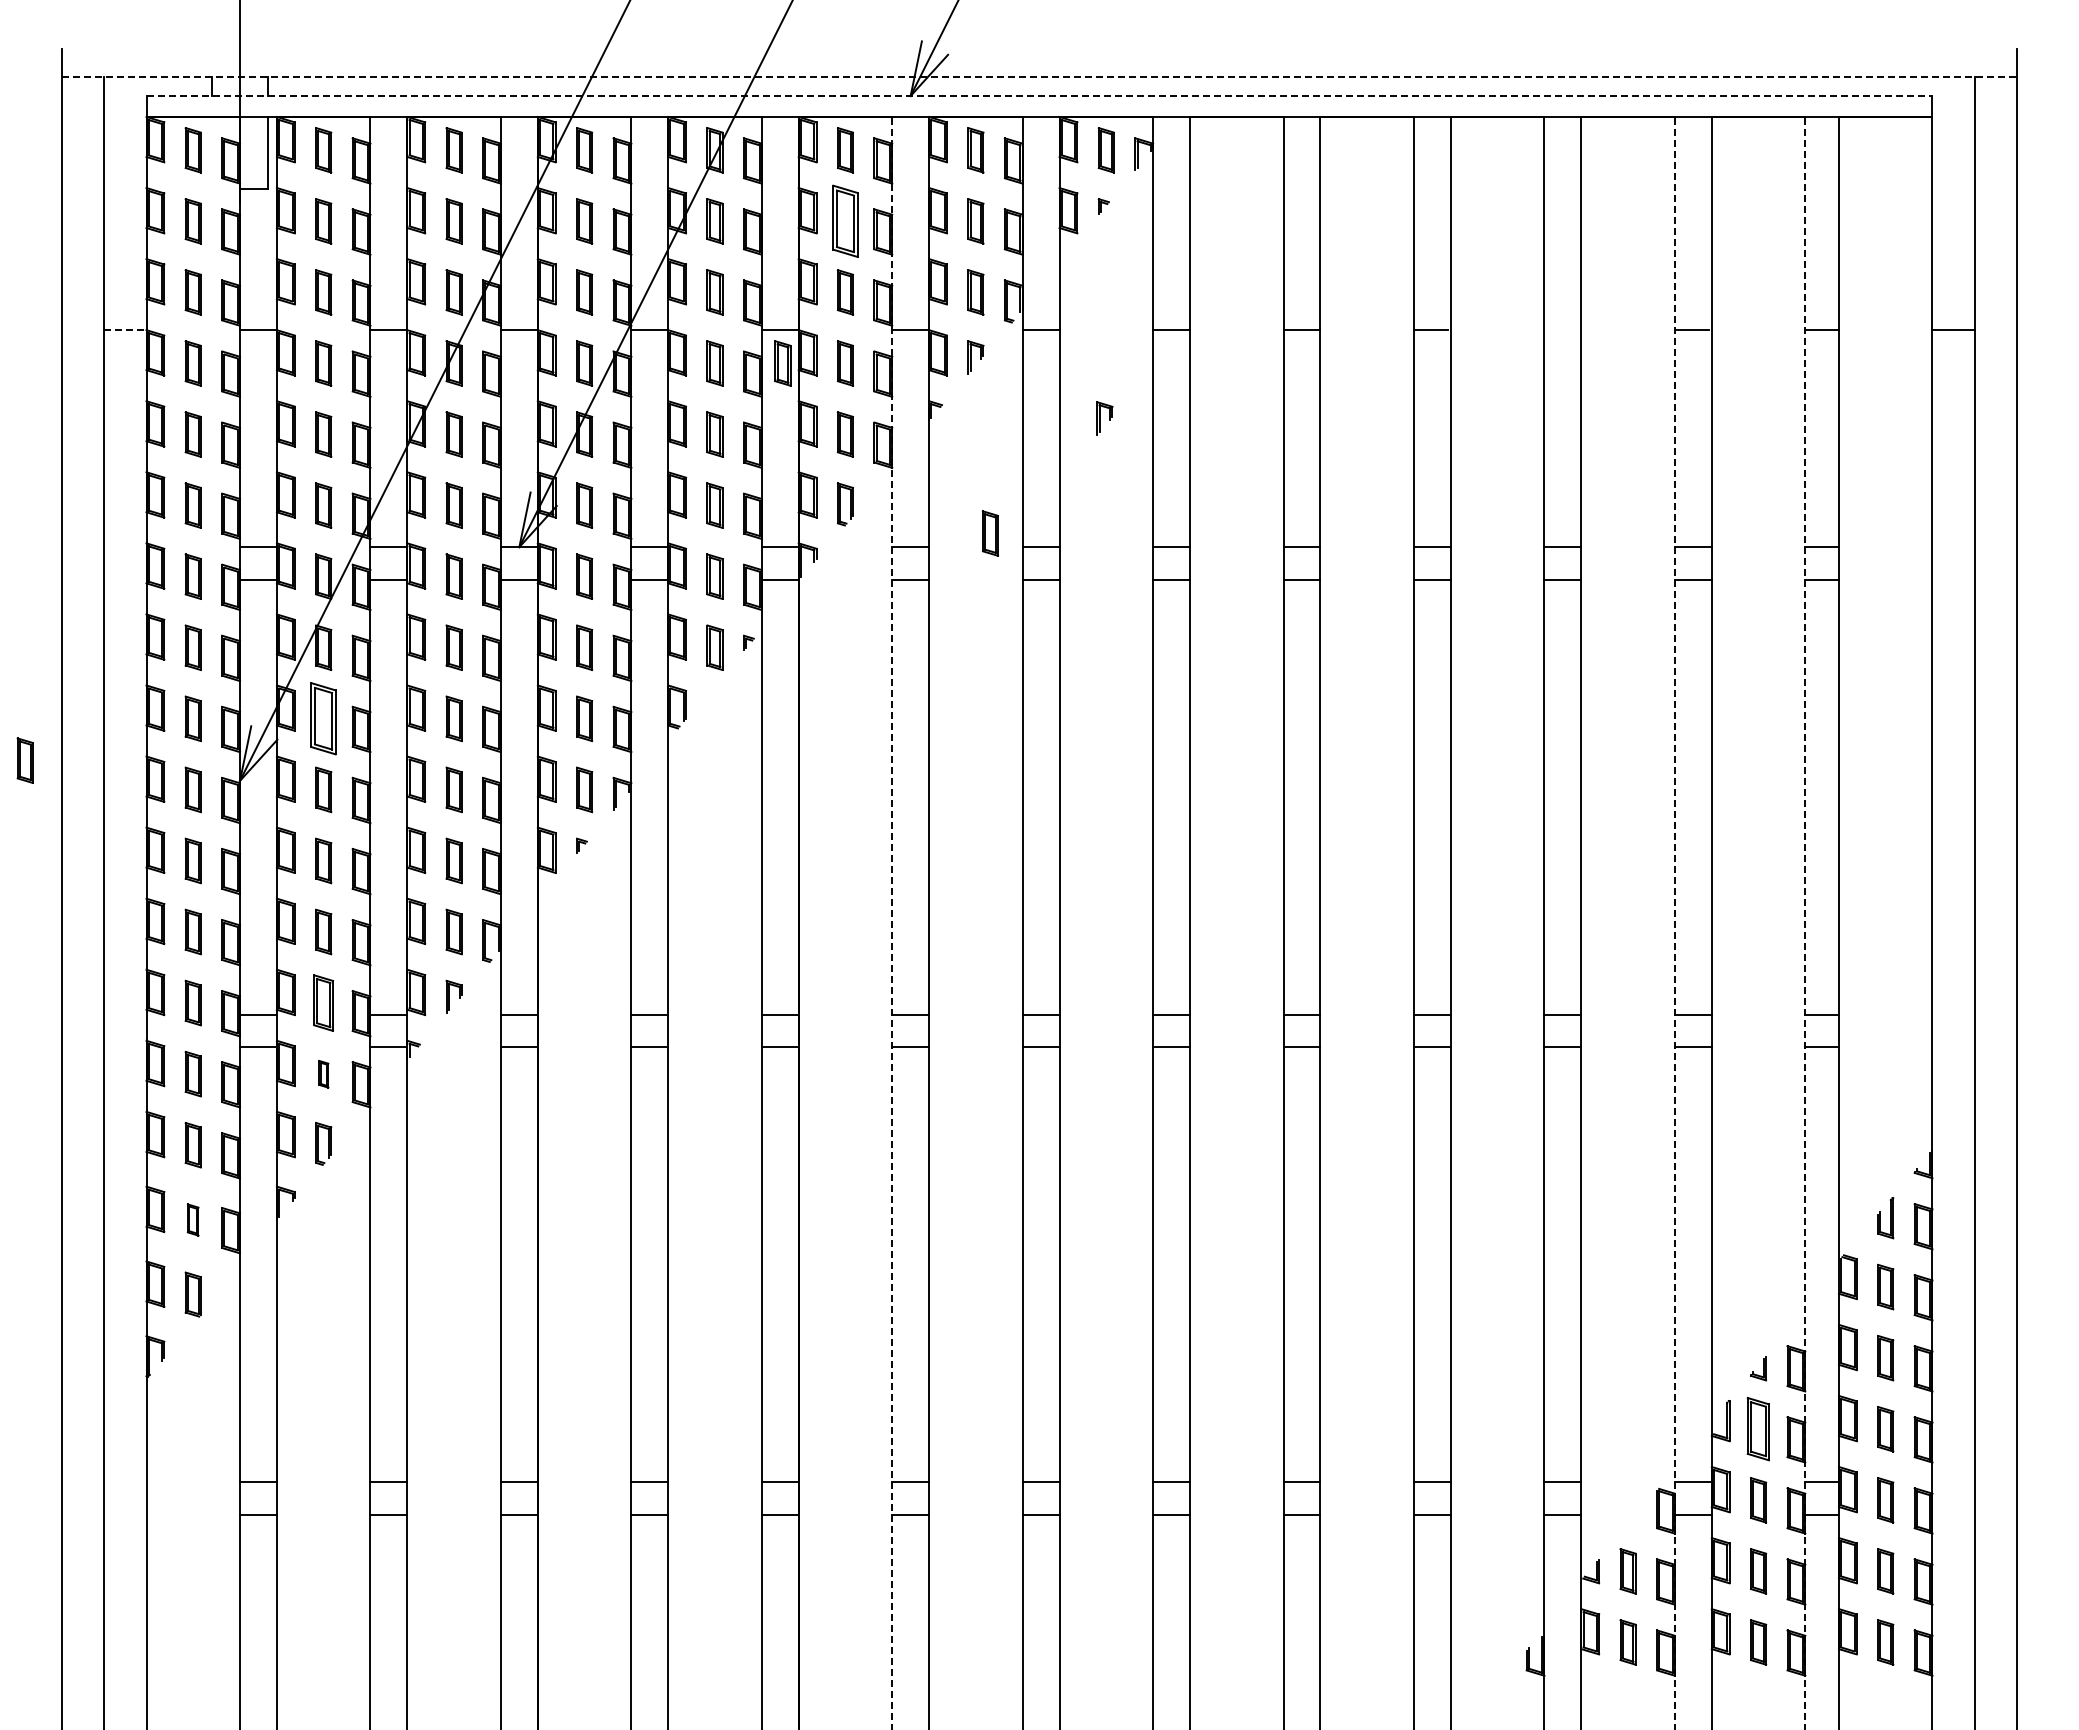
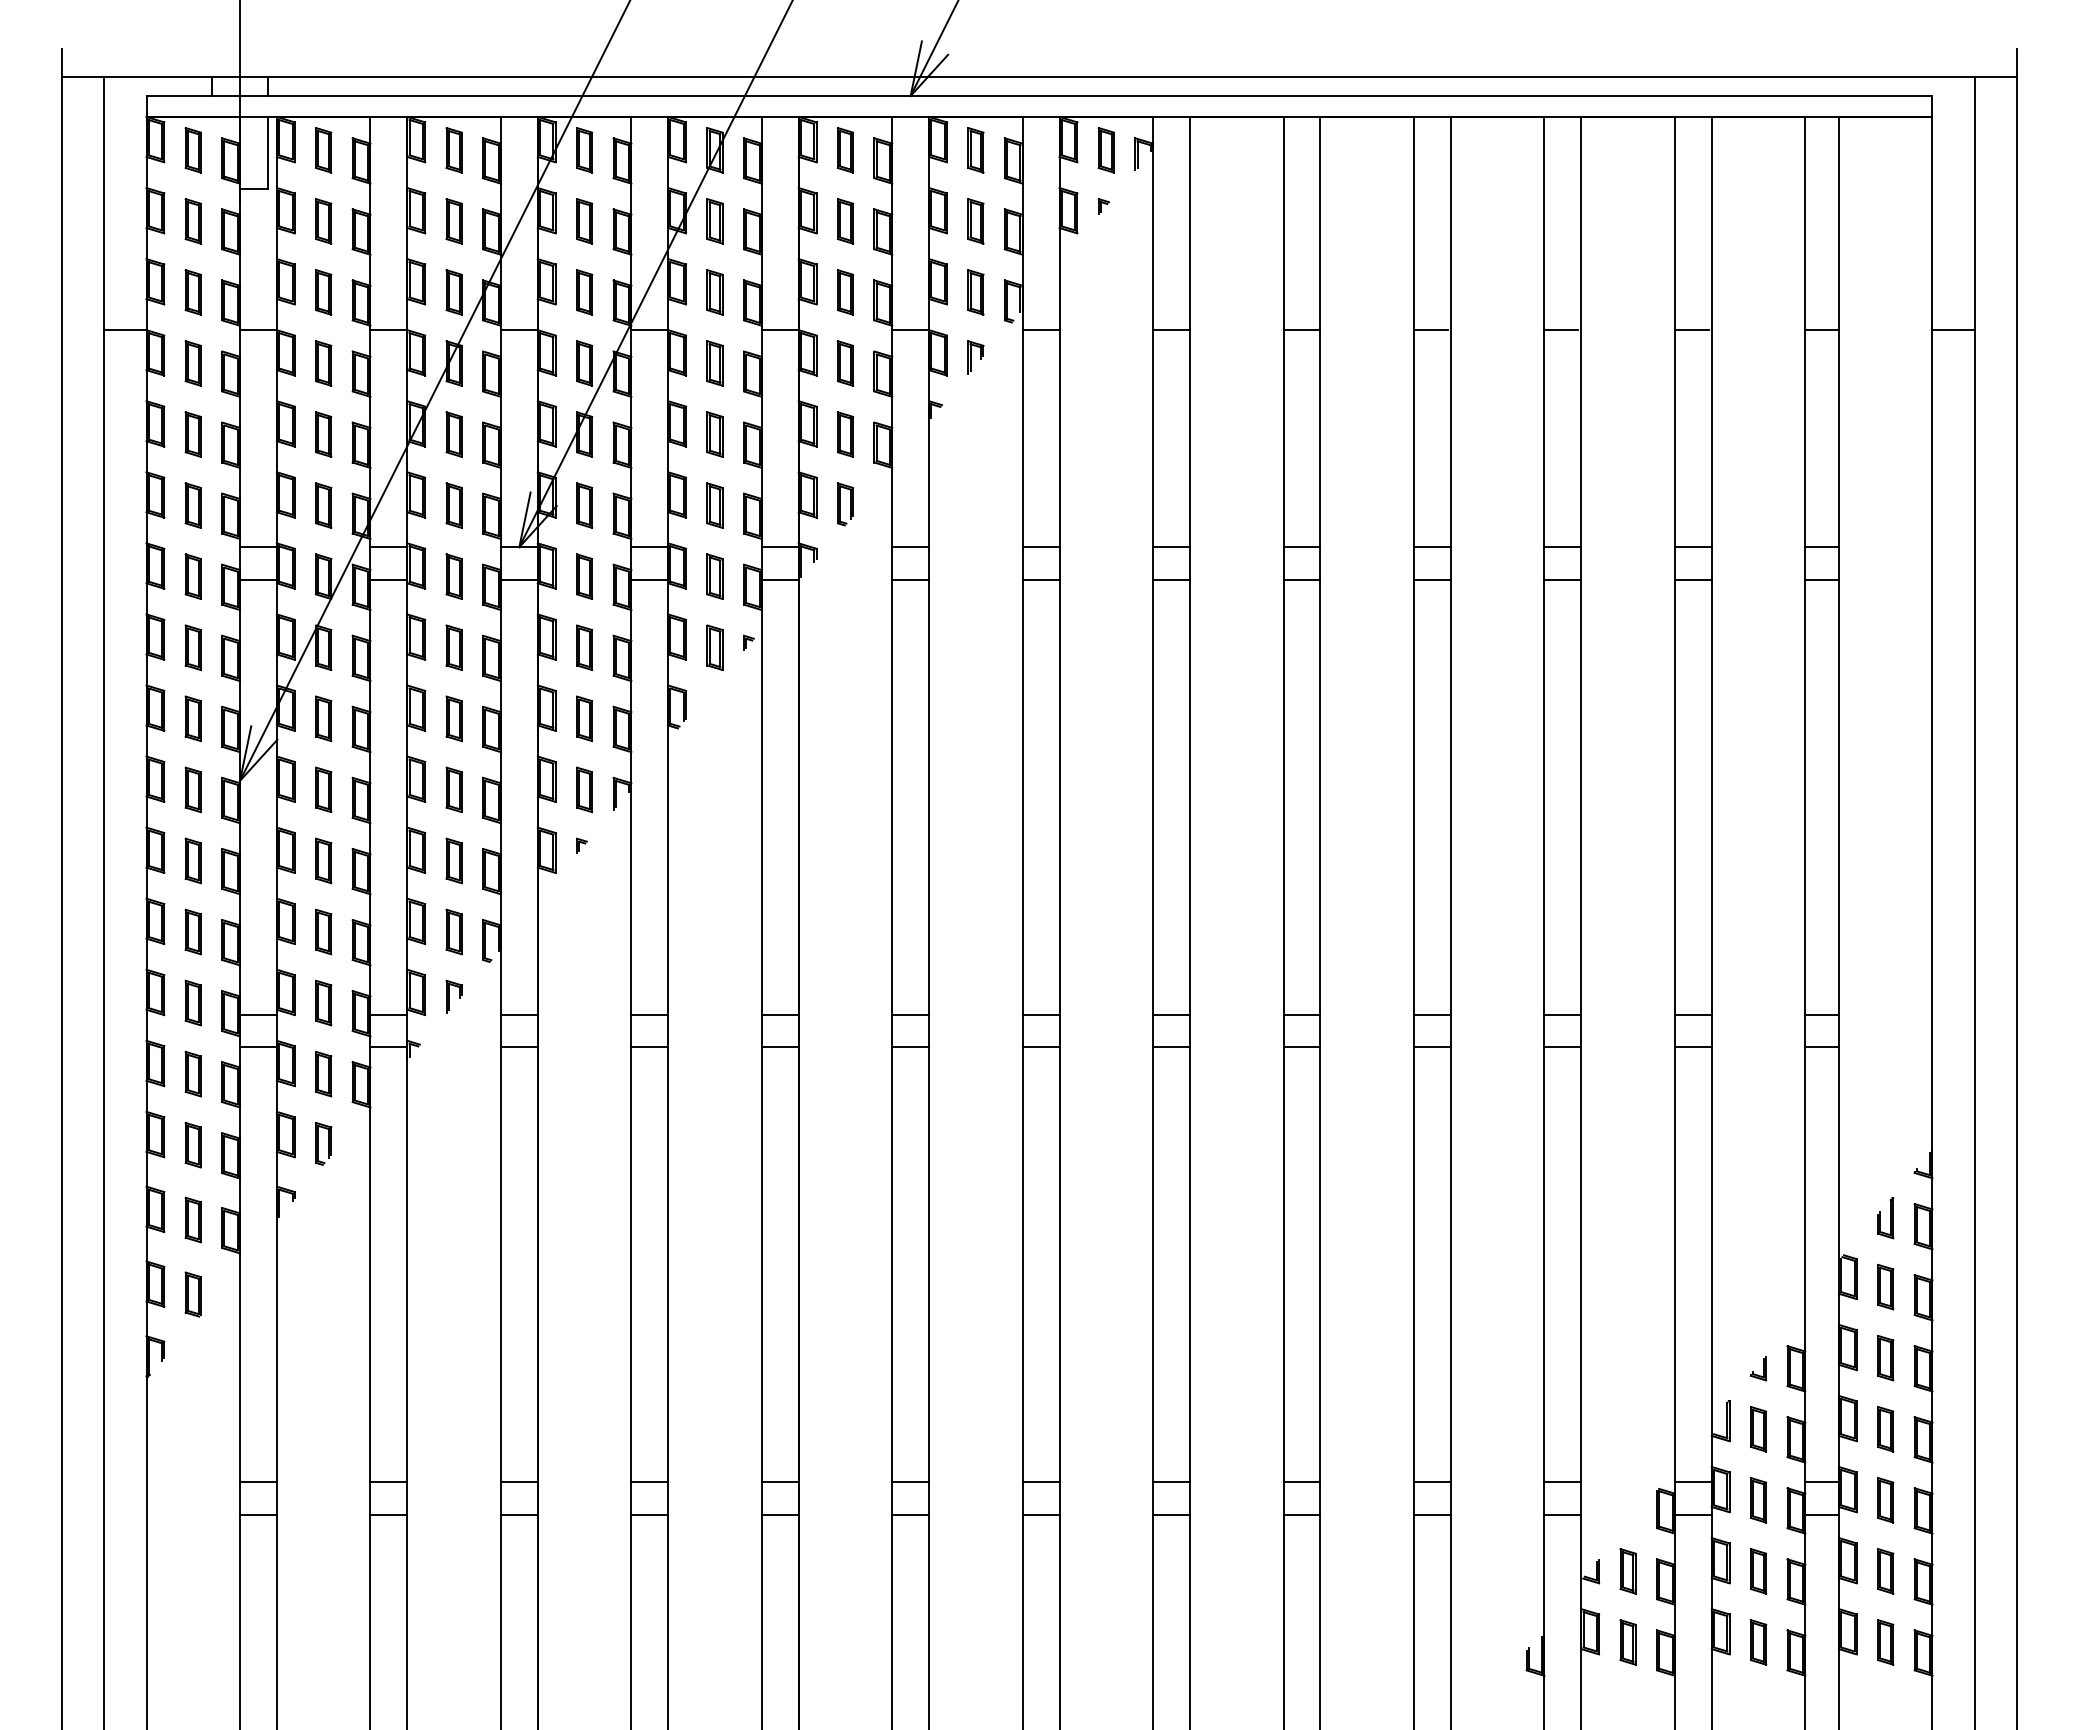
line at (1039, 77): dashed -> solid
line at (1039, 95): dashed -> solid
part at (845, 220) size: 27x74 px -> 17x47 px
line at (125, 329): dashed -> solid
line at (1561, 329): none -> present
part at (782, 363): present -> none
part at (1104, 418): present -> none
part at (990, 533): present -> none
part at (323, 718) size: 27x74 px -> 18x48 px
part at (24, 760): present -> none
line at (892, 922): dashed -> solid
line at (1674, 922): dashed -> solid
line at (1805, 922): dashed -> solid
part at (323, 1002) size: 22x58 px -> 18x48 px
part at (323, 1074) size: 12x29 px -> 18x47 px
part at (192, 1219) size: 14x34 px -> 18x48 px
part at (1757, 1429) size: 24x65 px -> 18x47 px
